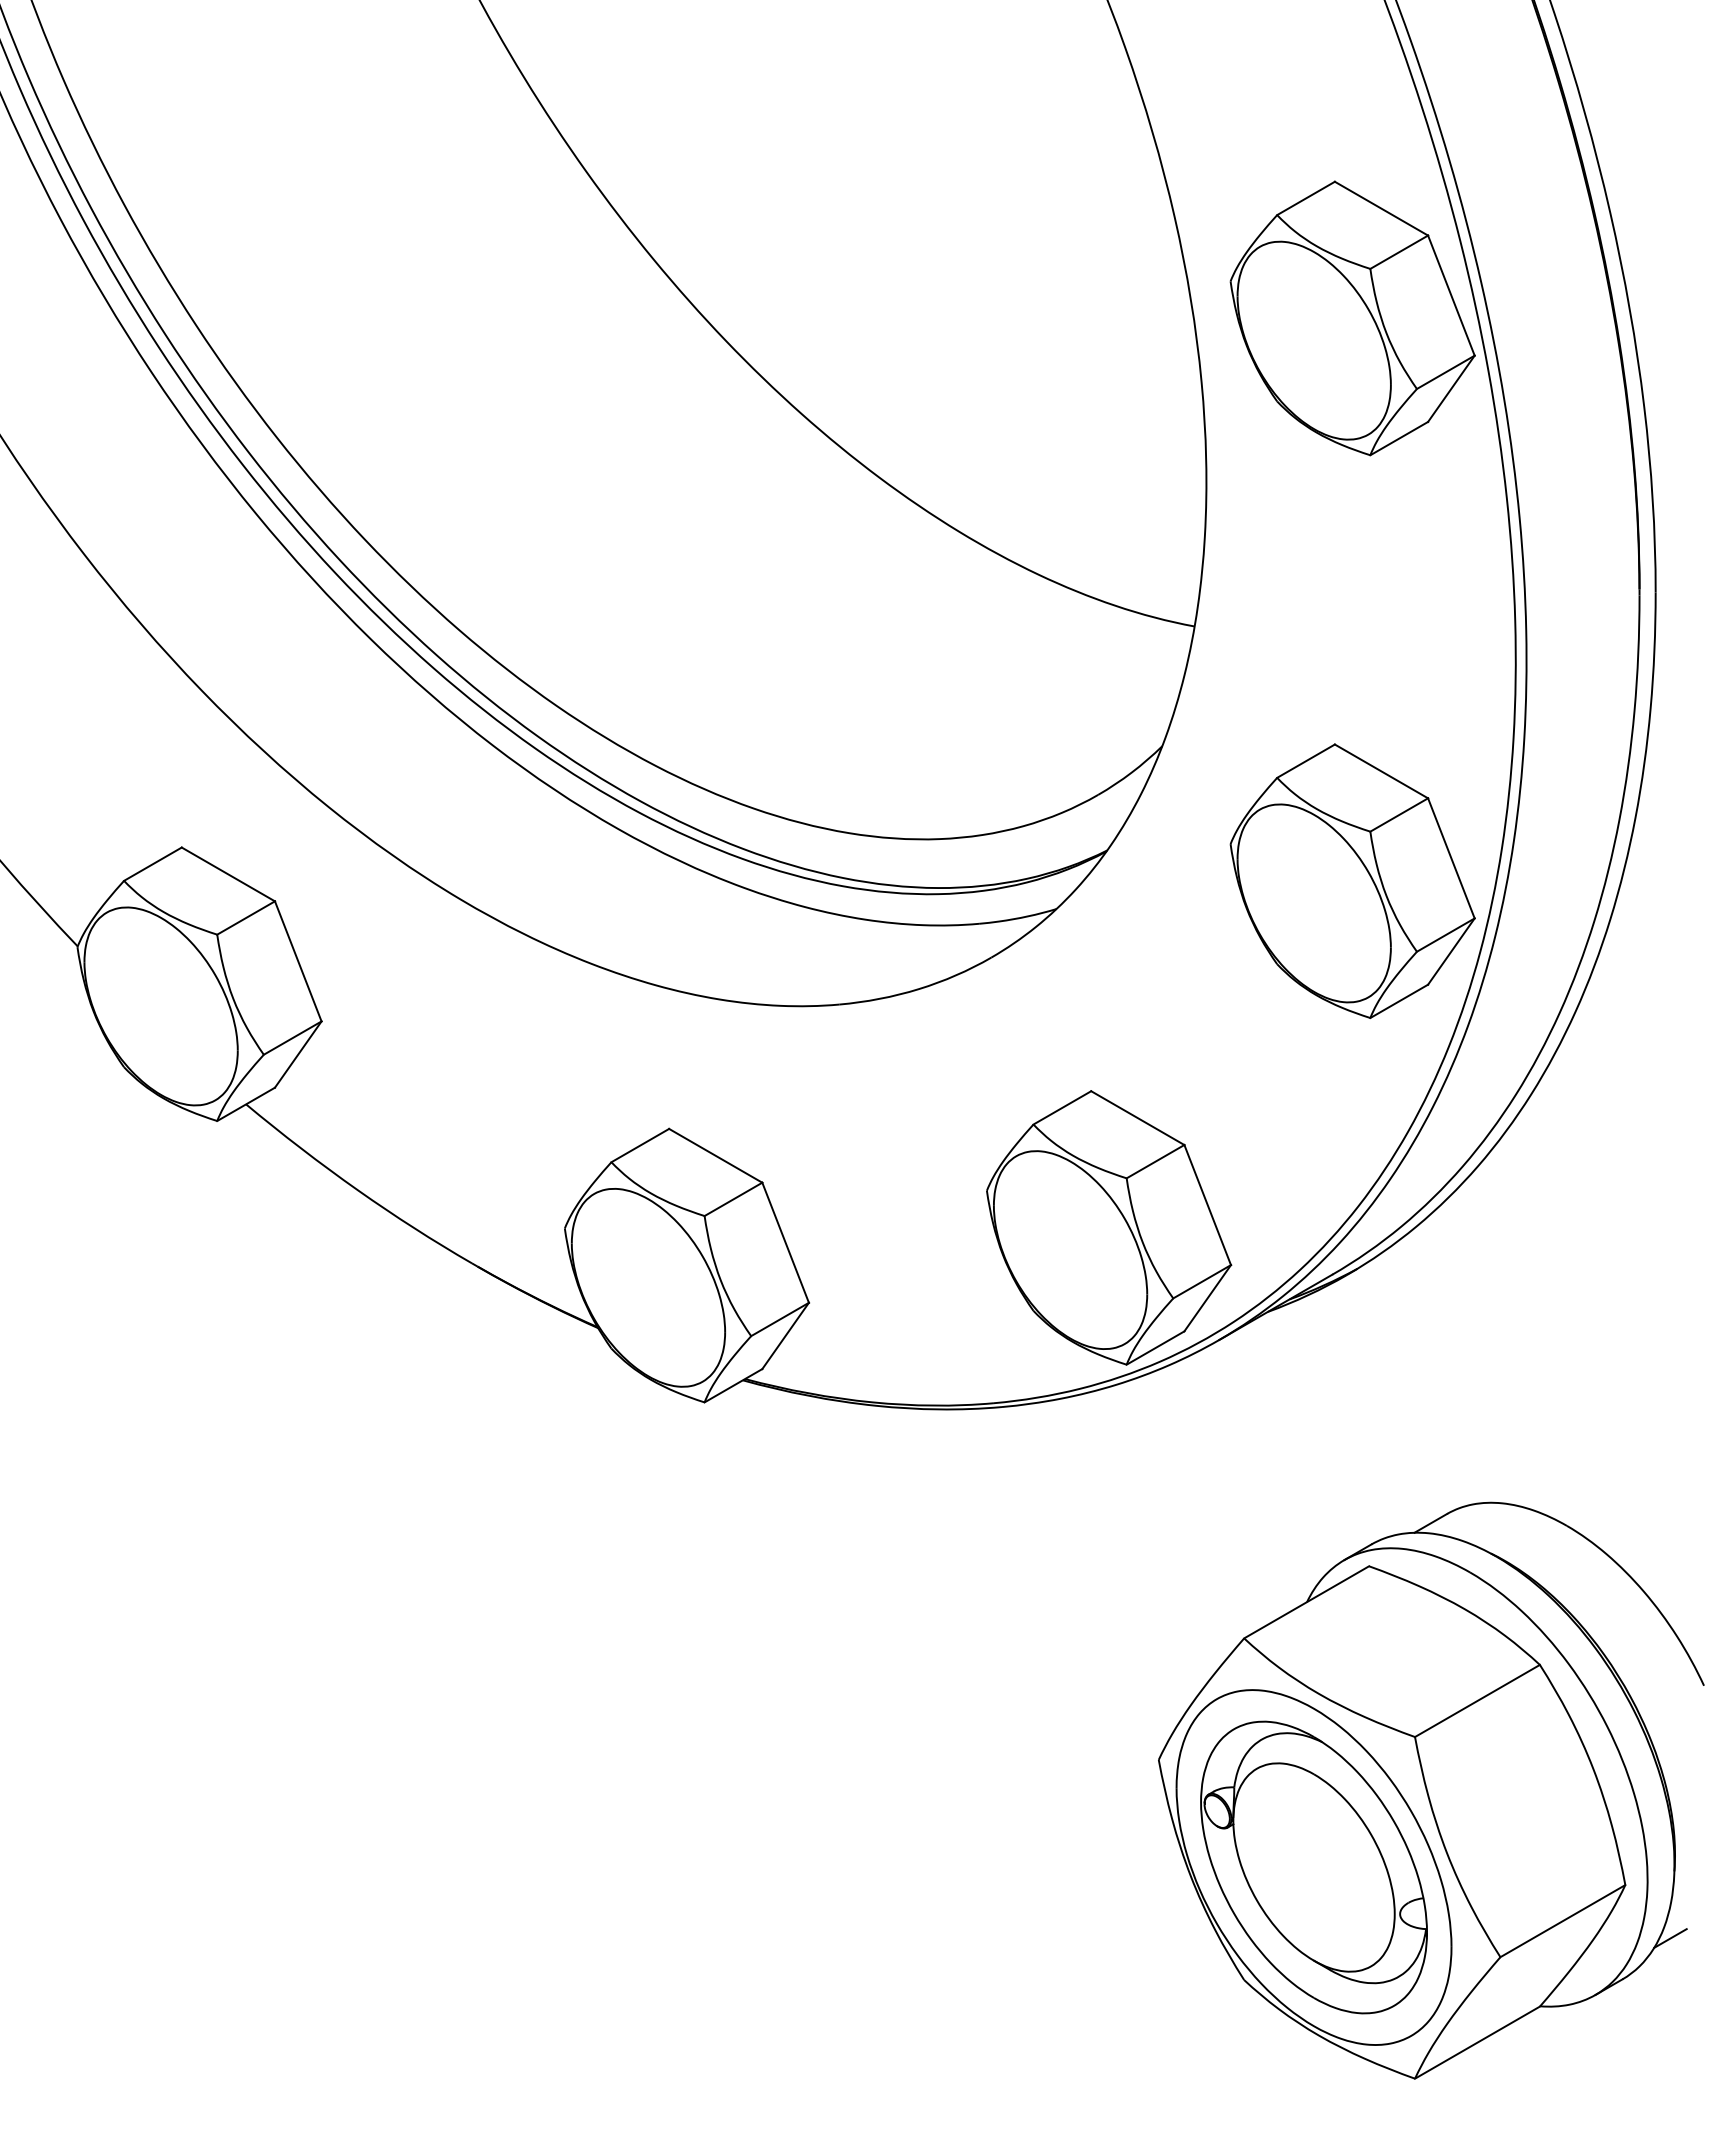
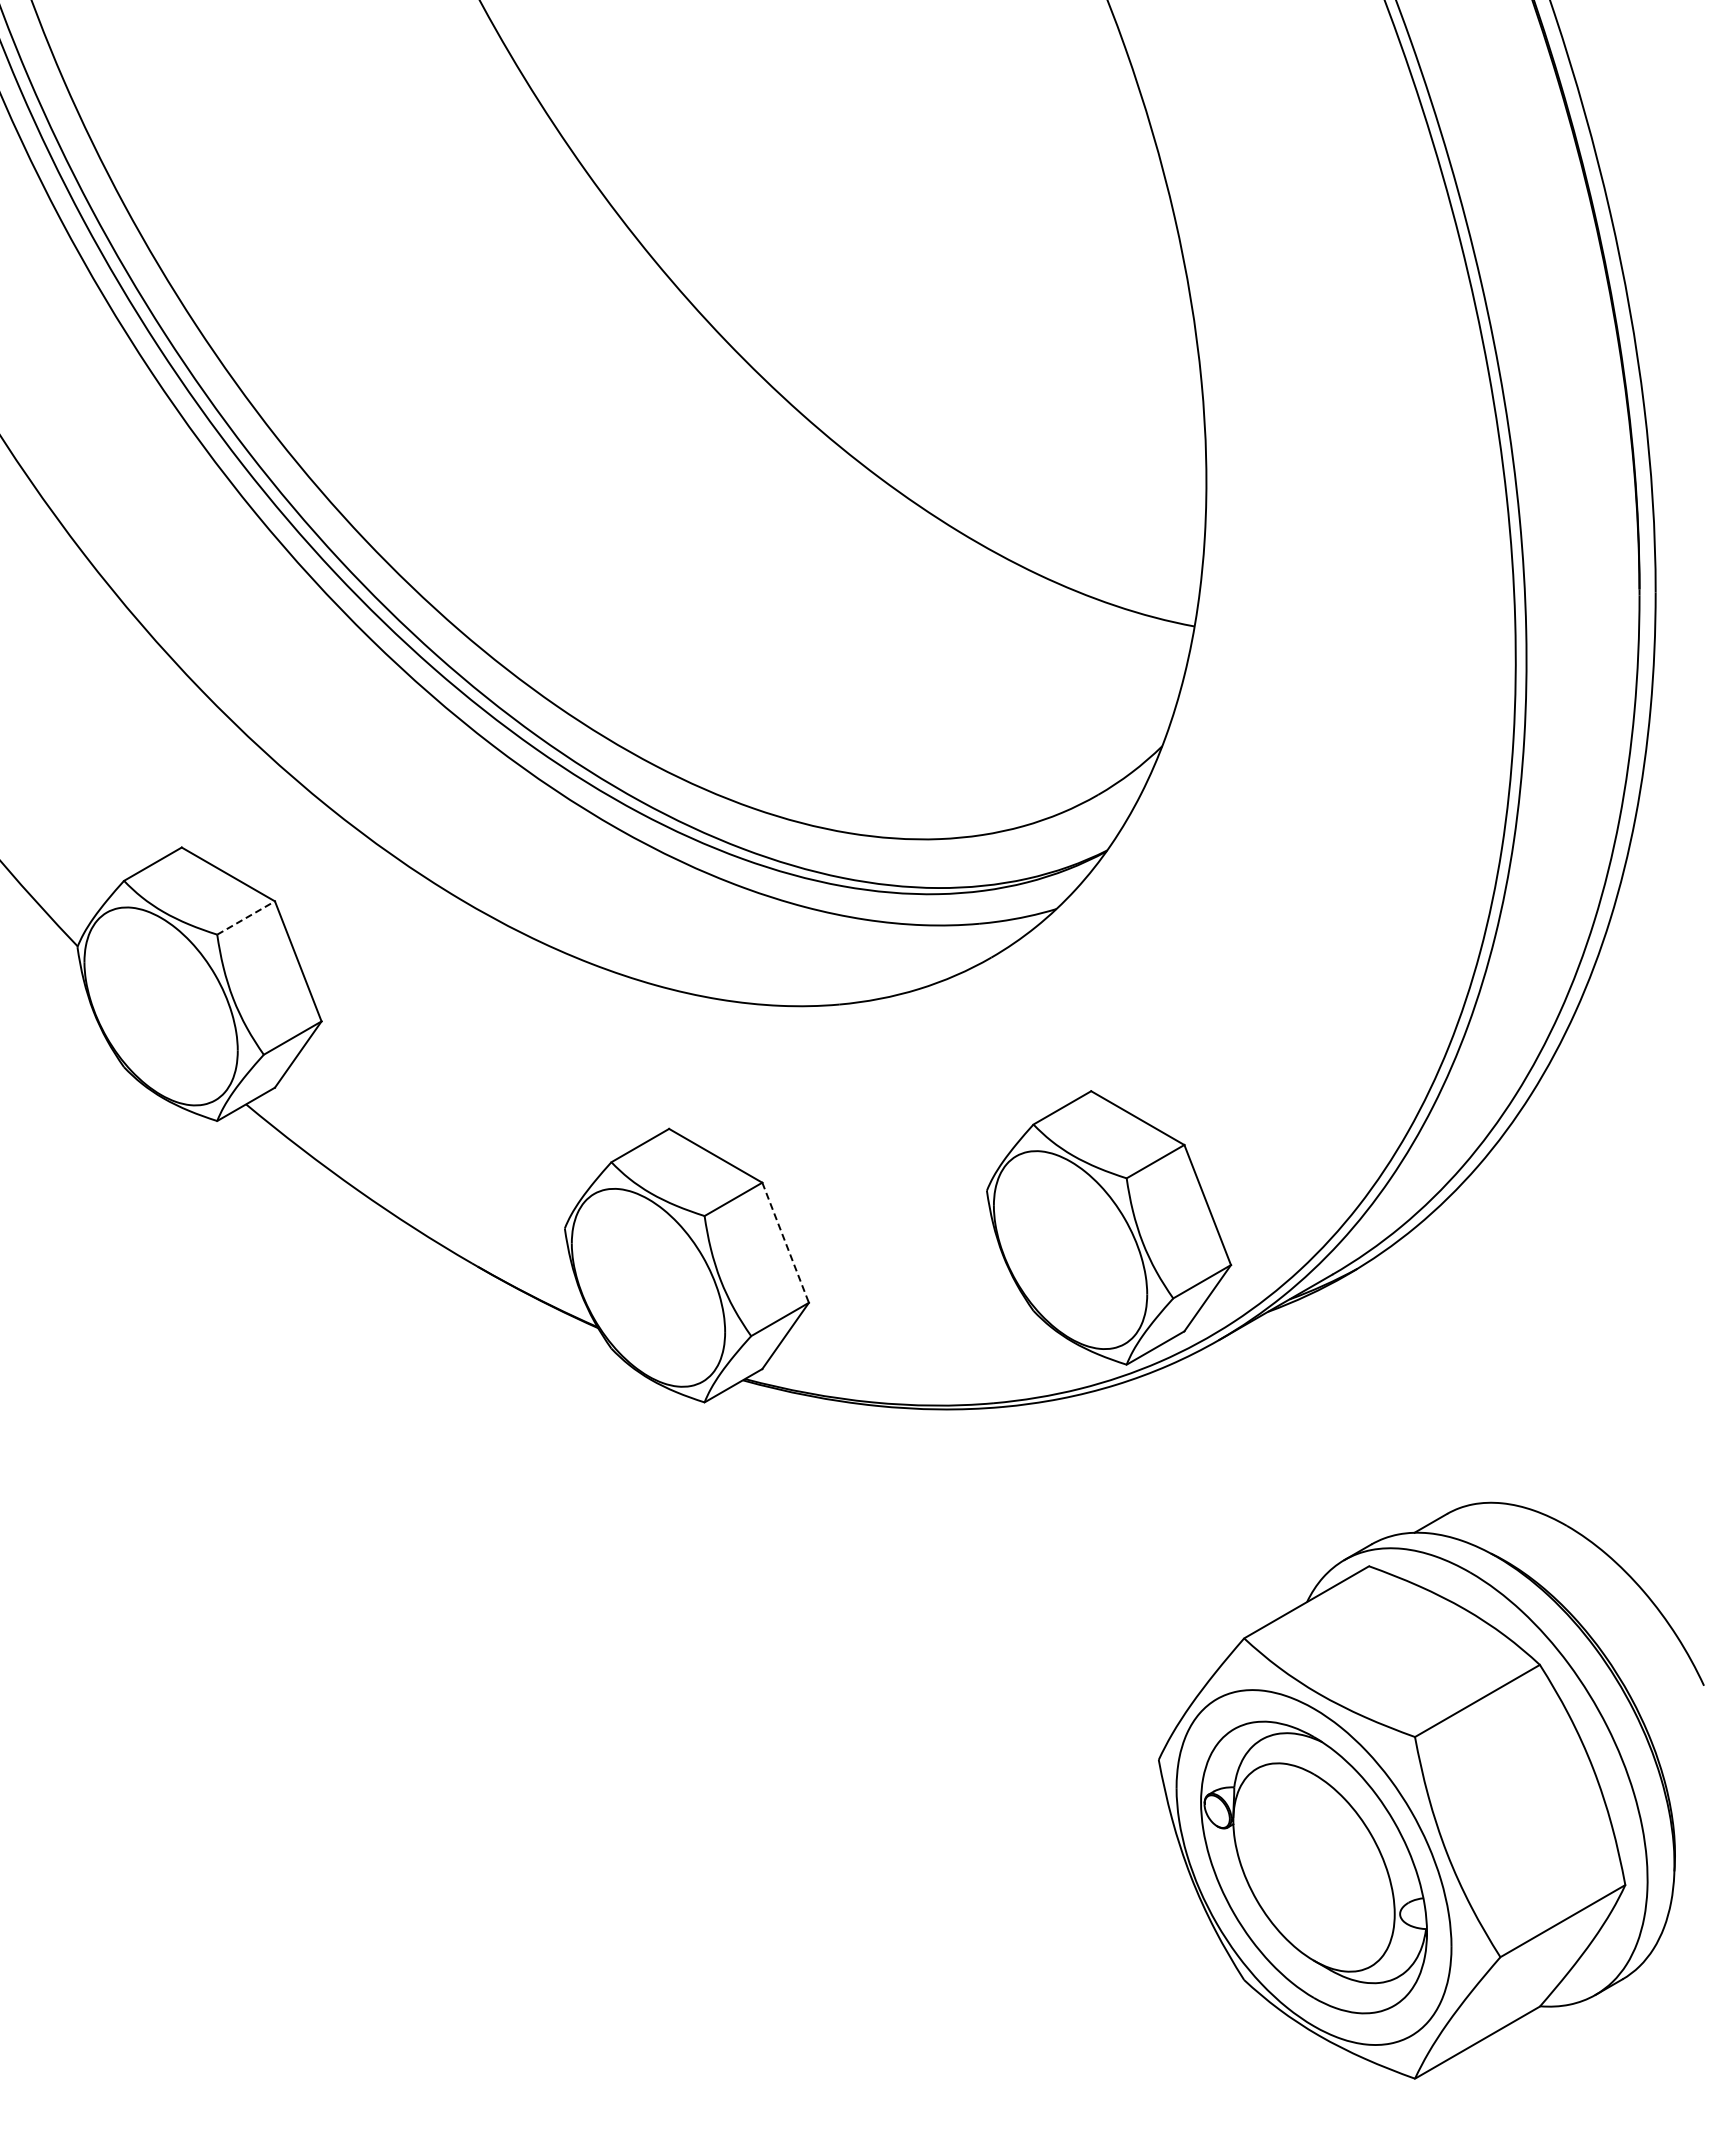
part at (1352, 318): present -> none
part at (1352, 880): present -> none
line at (246, 917): solid -> dashed
line at (785, 1243): solid -> dashed
line at (1670, 1938): present -> none
